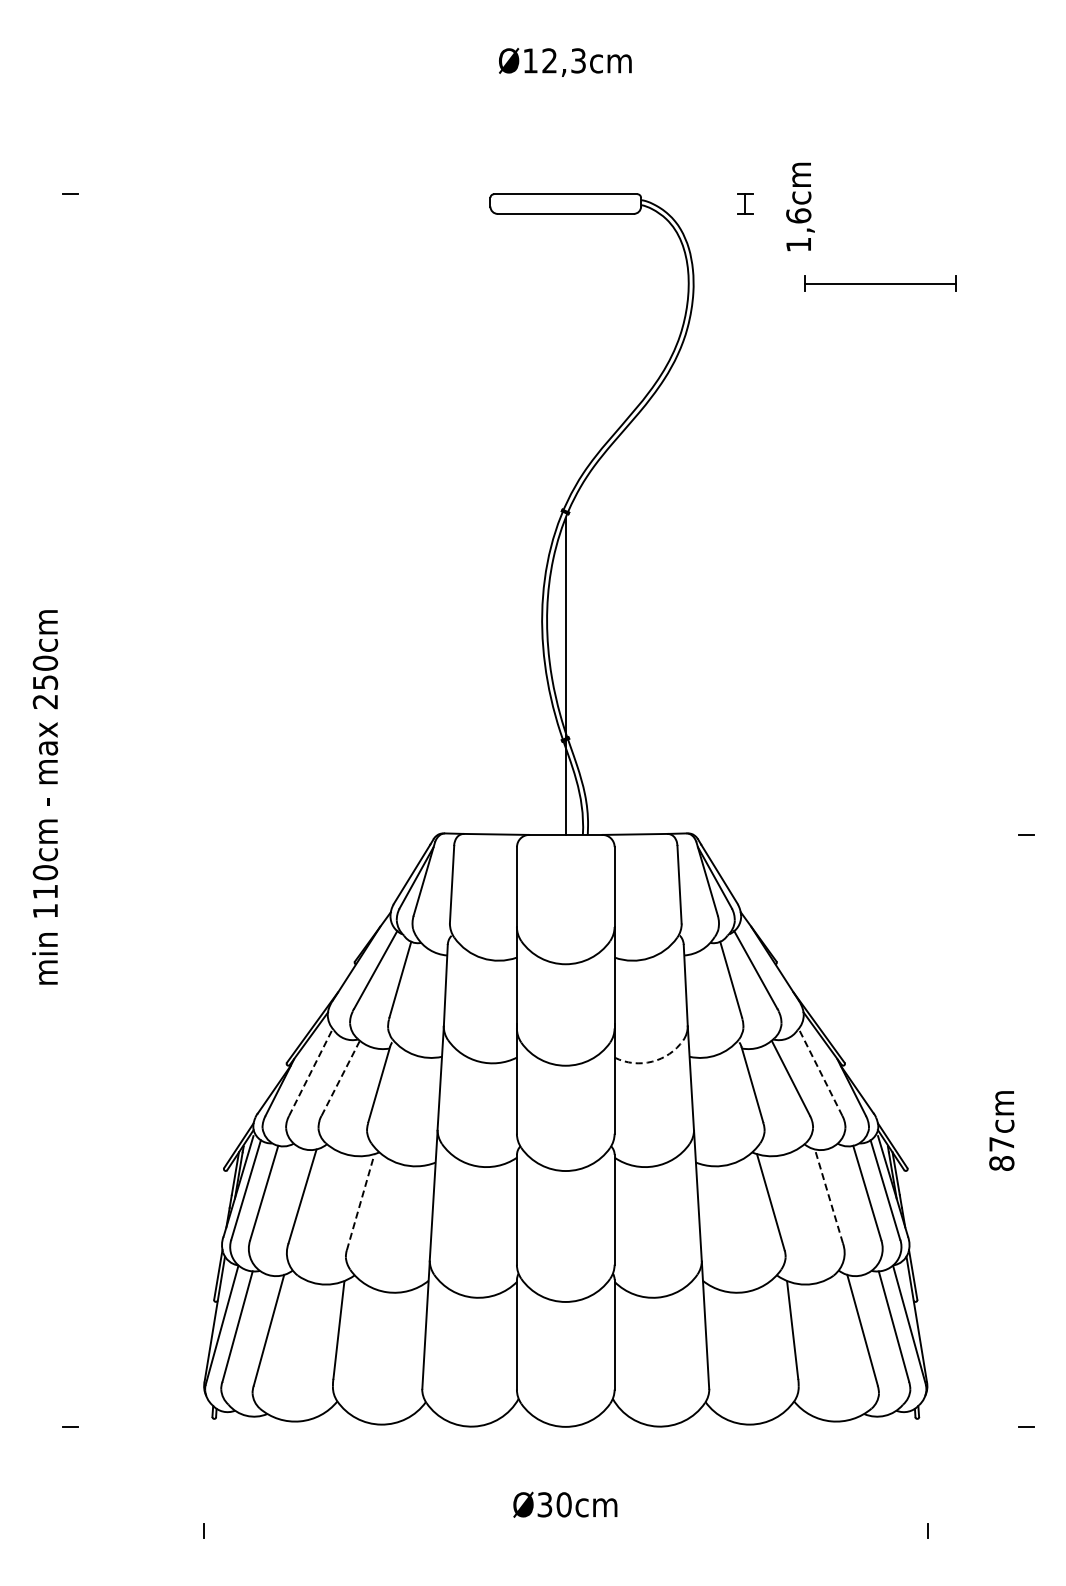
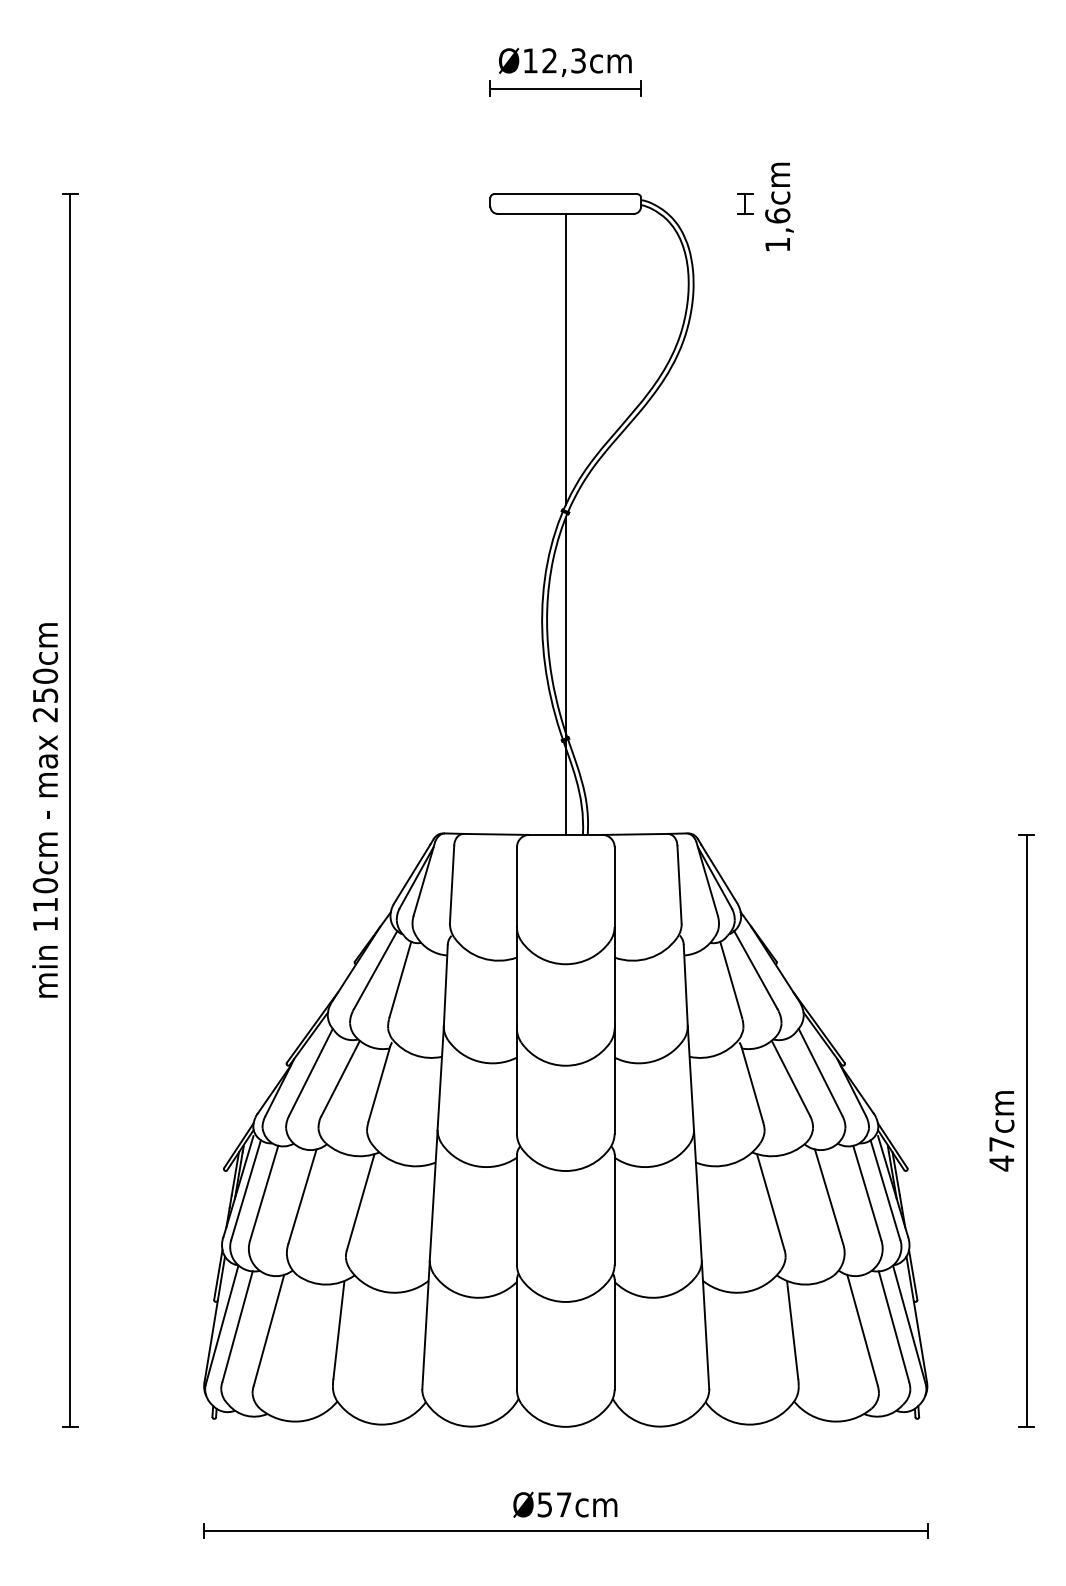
text at (800, 206) position: (800, 206) -> (779, 206)
part at (880, 283) position: (880, 283) -> (565, 88)
line at (565, 359): none -> present
text at (45, 797) position: (45, 797) -> (45, 810)
line at (70, 810): none -> present
arc at (652, 1061): dashed -> solid
line at (310, 1072): dashed -> solid
line at (820, 1072): dashed -> solid
line at (340, 1078): dashed -> solid
line at (1026, 1130): none -> present
text at (1001, 1163): 87cm -> 47cm
line at (828, 1196): dashed -> solid
line at (360, 1202): dashed -> solid
text at (554, 1504): Ø30cm -> Ø57cm
line at (565, 1531): none -> present
